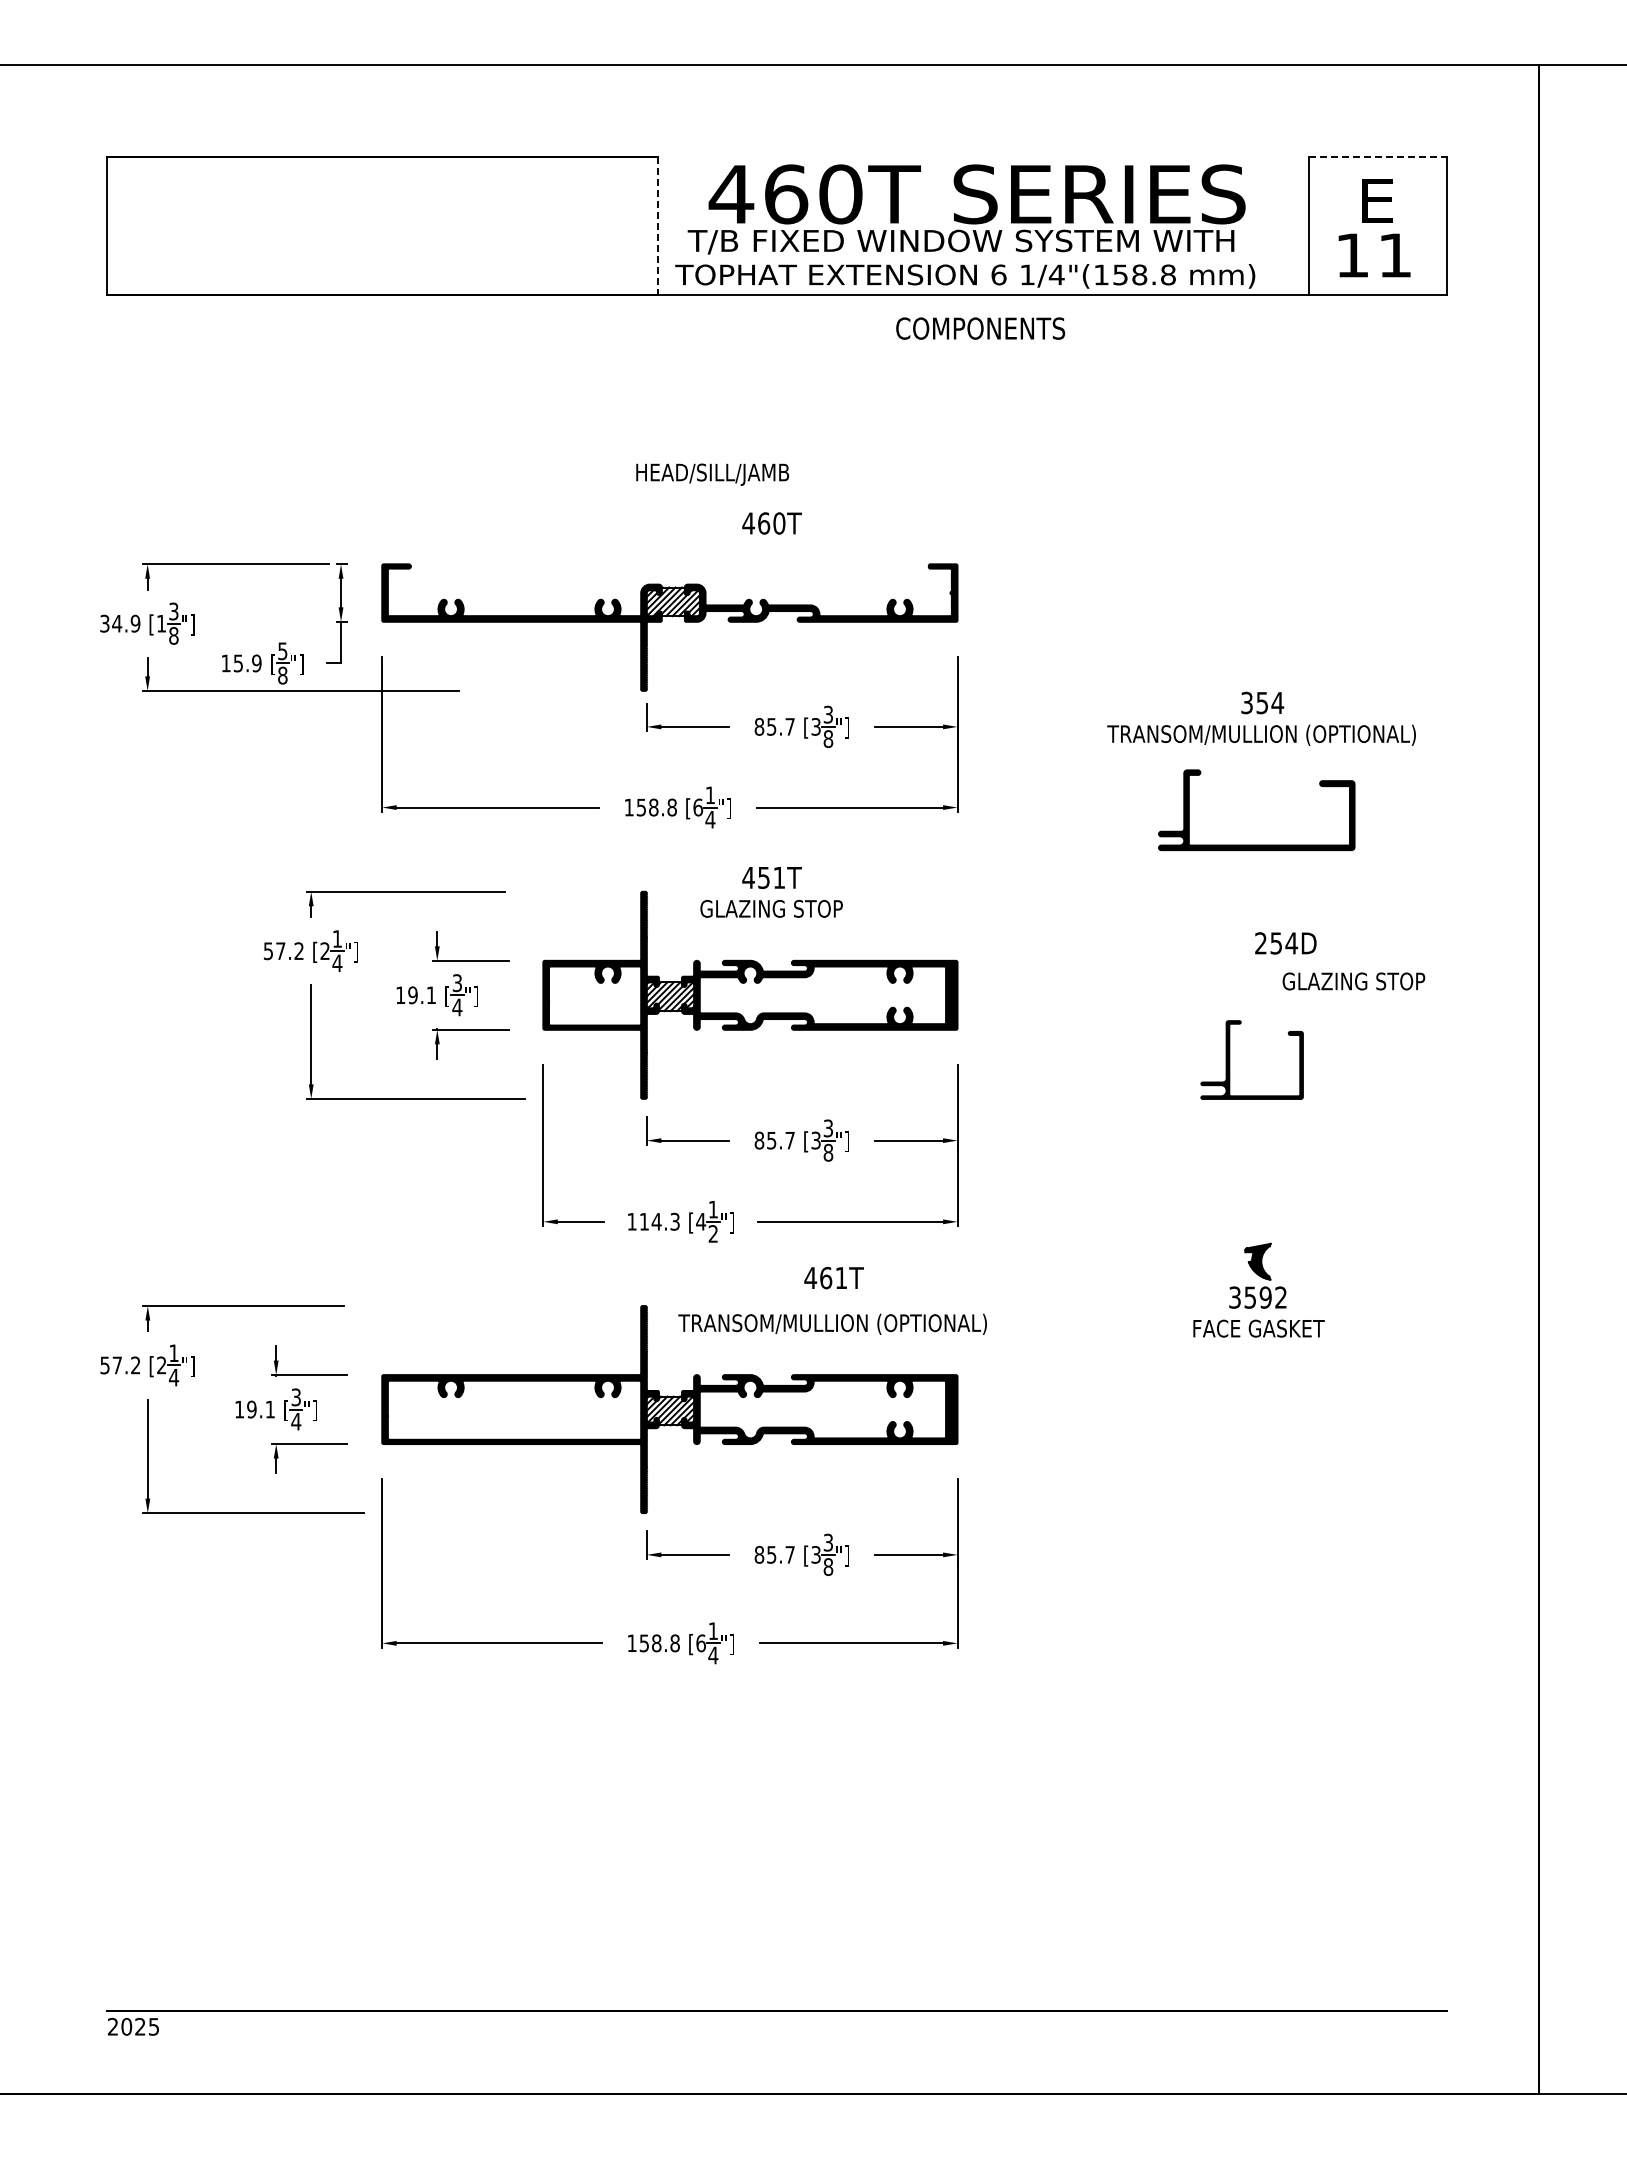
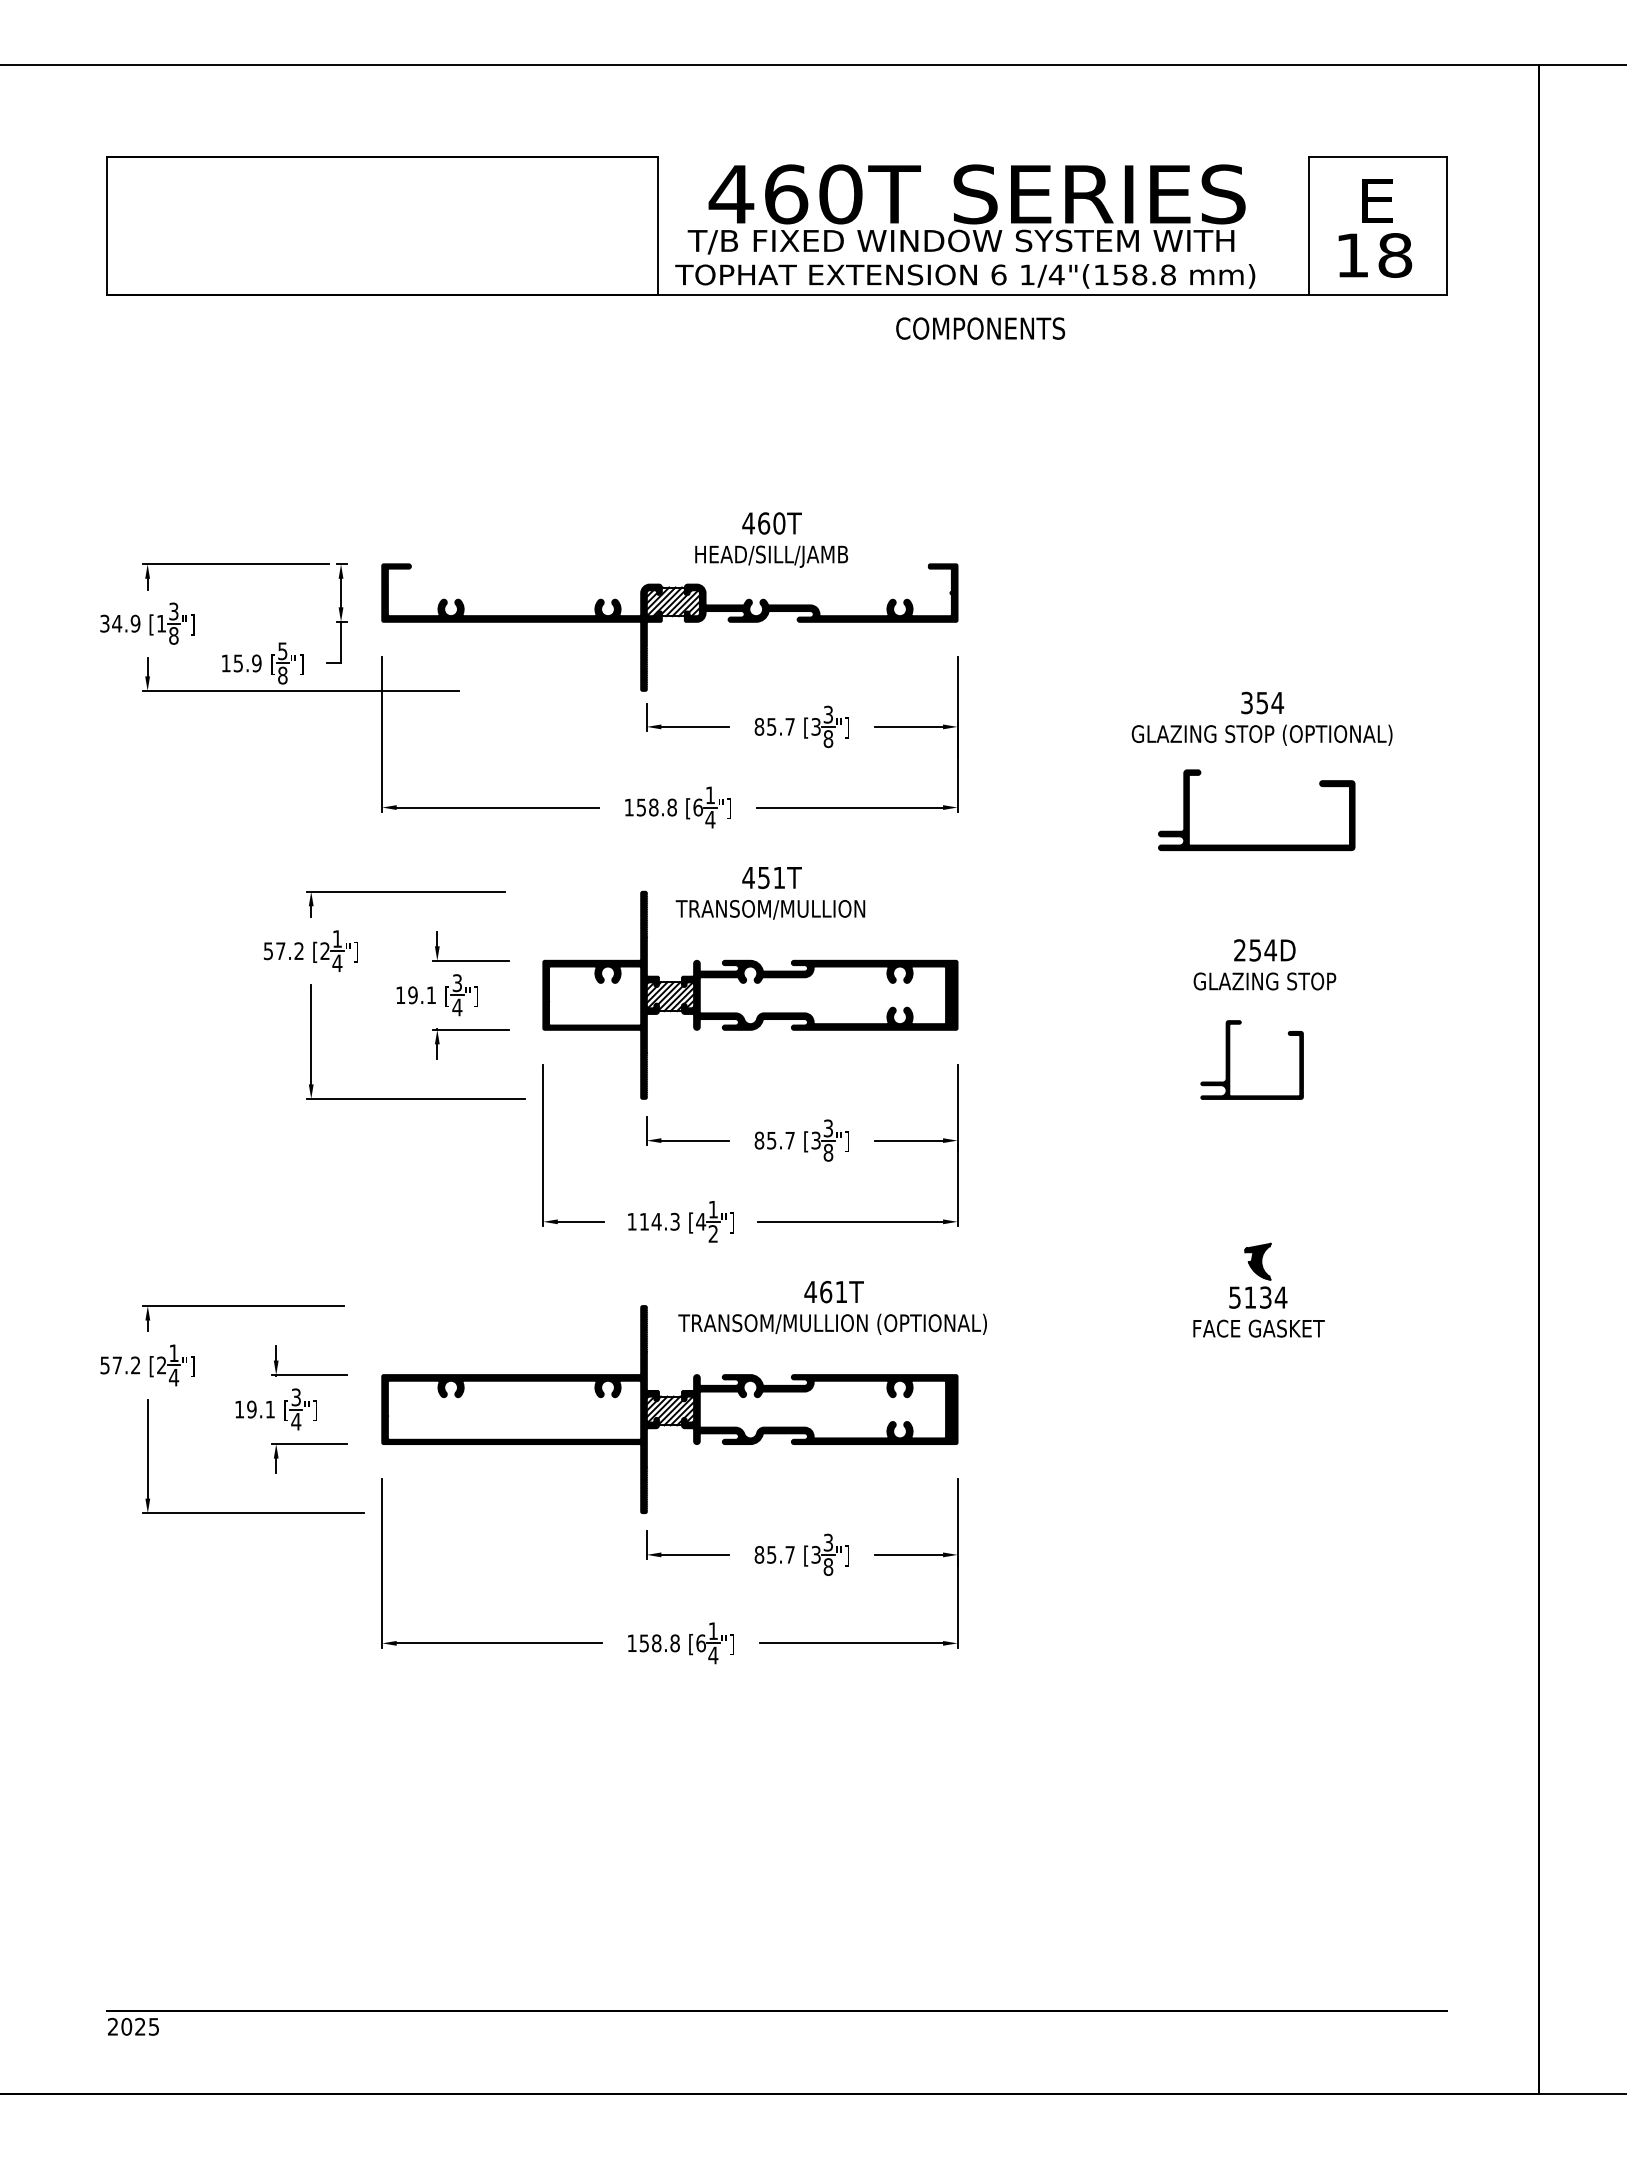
line at (1377, 156): dashed -> solid
line at (657, 225): dashed -> solid
text at (1395, 255): 11 -> 18
text at (712, 474) position: (712, 474) -> (771, 556)
text at (1261, 734): TRANSOM/MULLION (OPTIONAL) -> GLAZING STOP (OPTIONAL)
text at (770, 909): GLAZING STOP -> TRANSOM/MULLION
text at (1285, 943) position: (1285, 943) -> (1264, 950)
text at (1353, 981) position: (1353, 981) -> (1264, 981)
text at (833, 1277) position: (833, 1277) -> (833, 1291)
text at (1258, 1297): 3592 -> 5134
